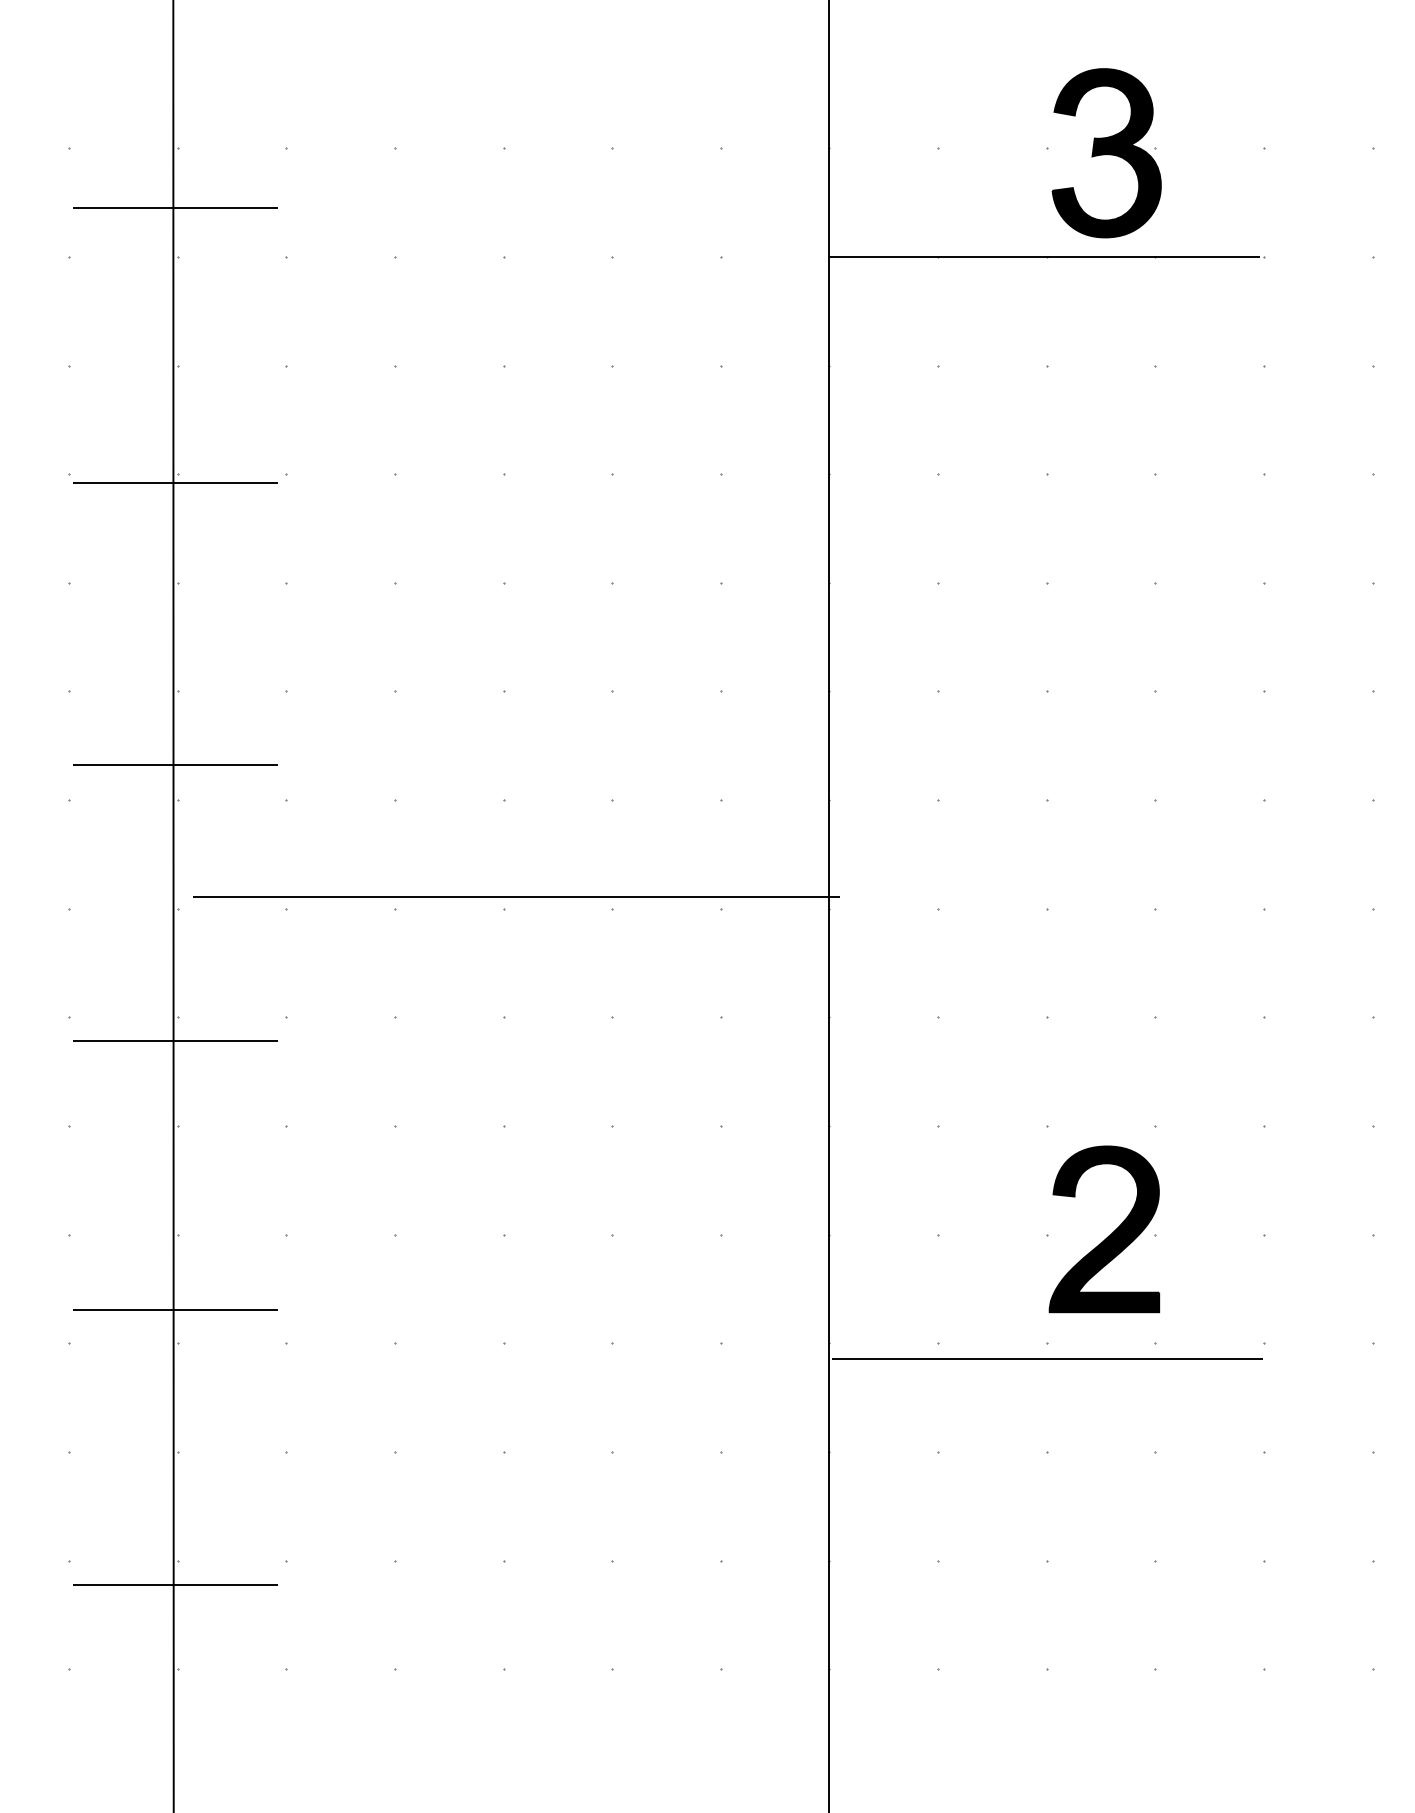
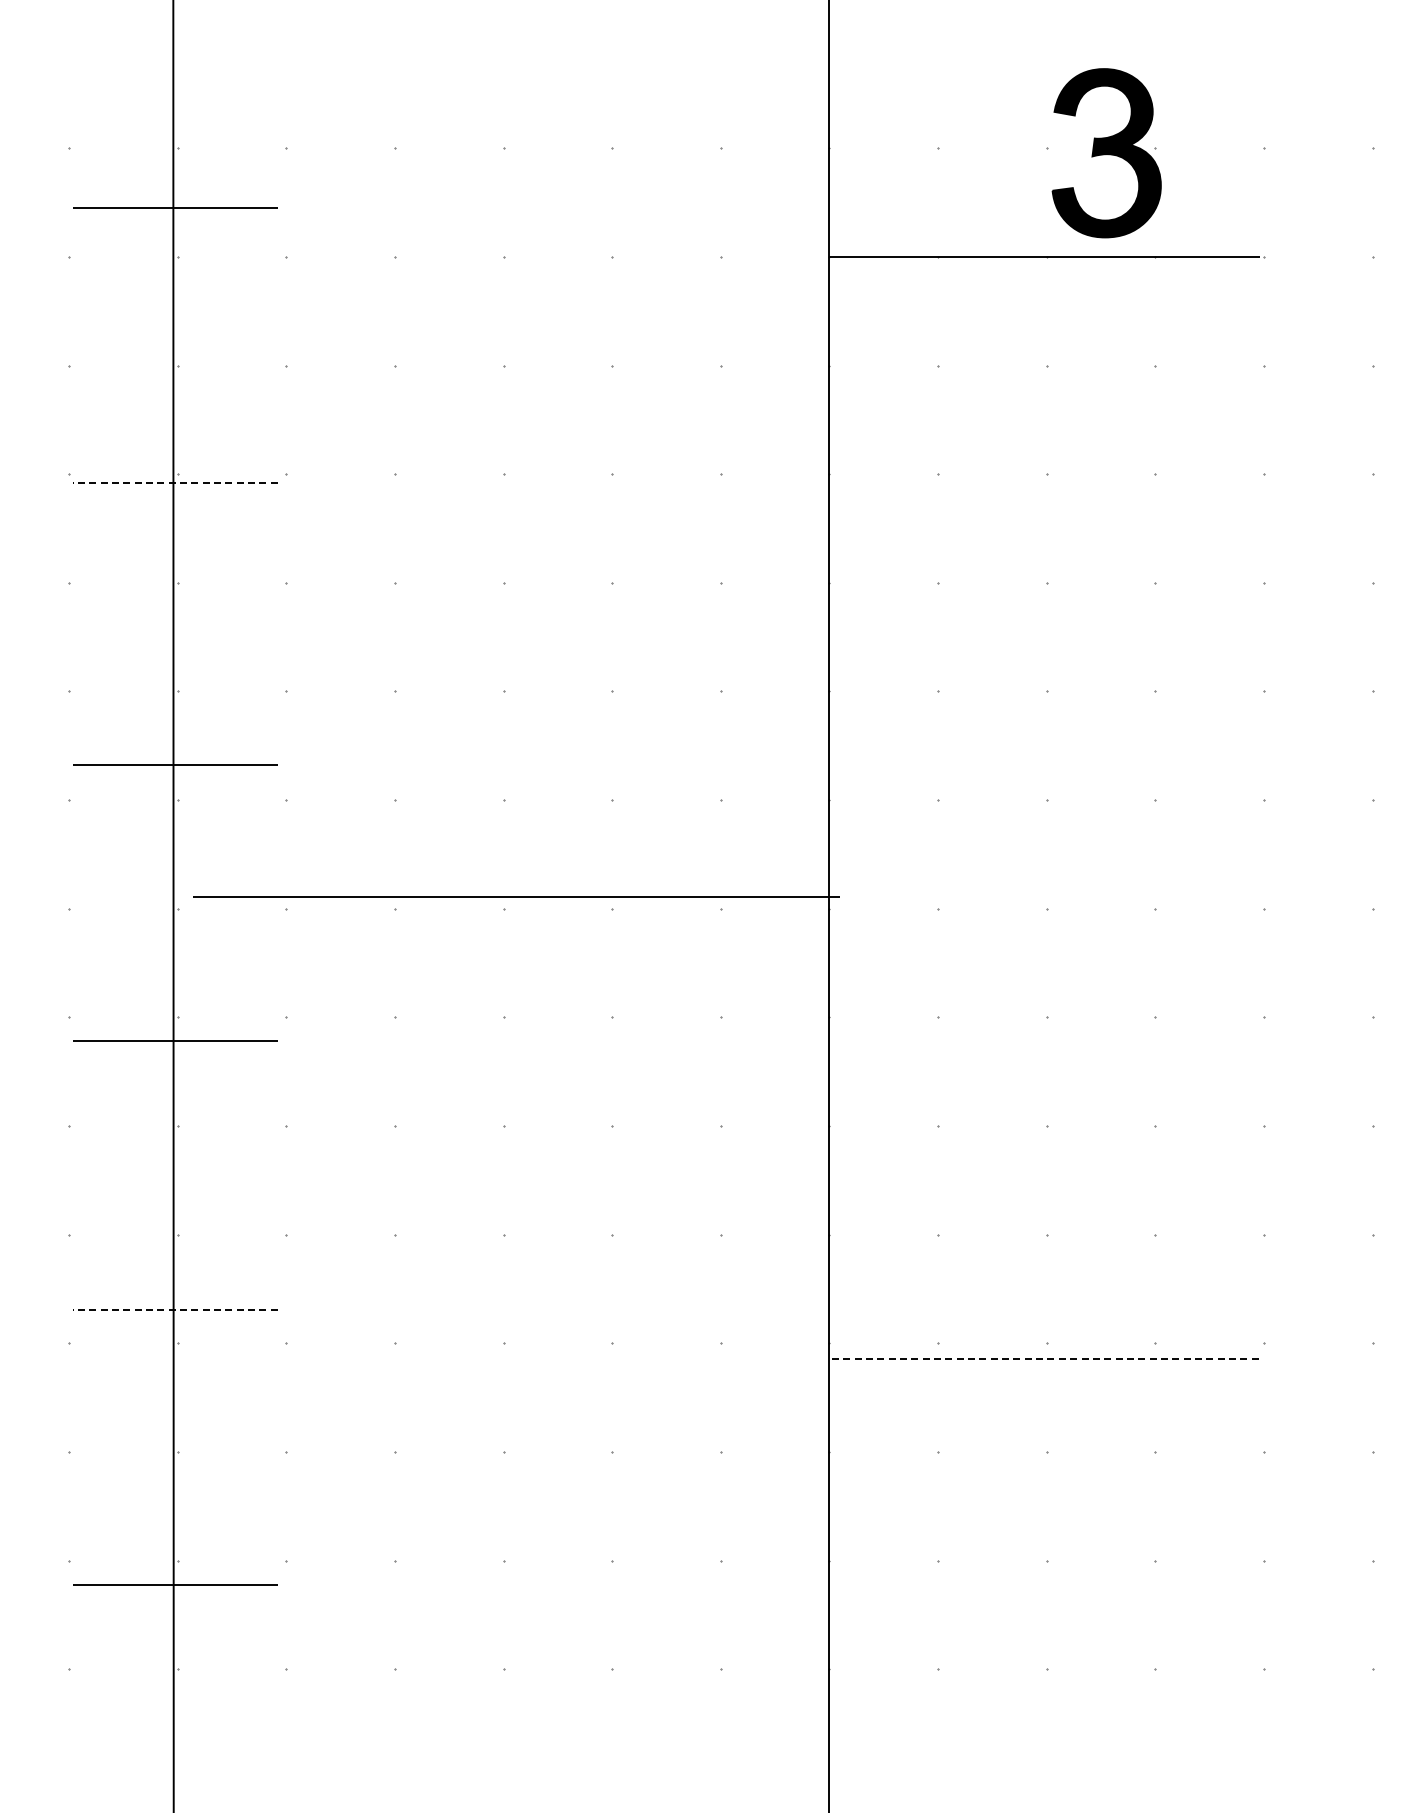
line at (175, 483): solid -> dashed
part at (1109, 1234): present -> none
line at (175, 1309): solid -> dashed
line at (1047, 1358): solid -> dashed
